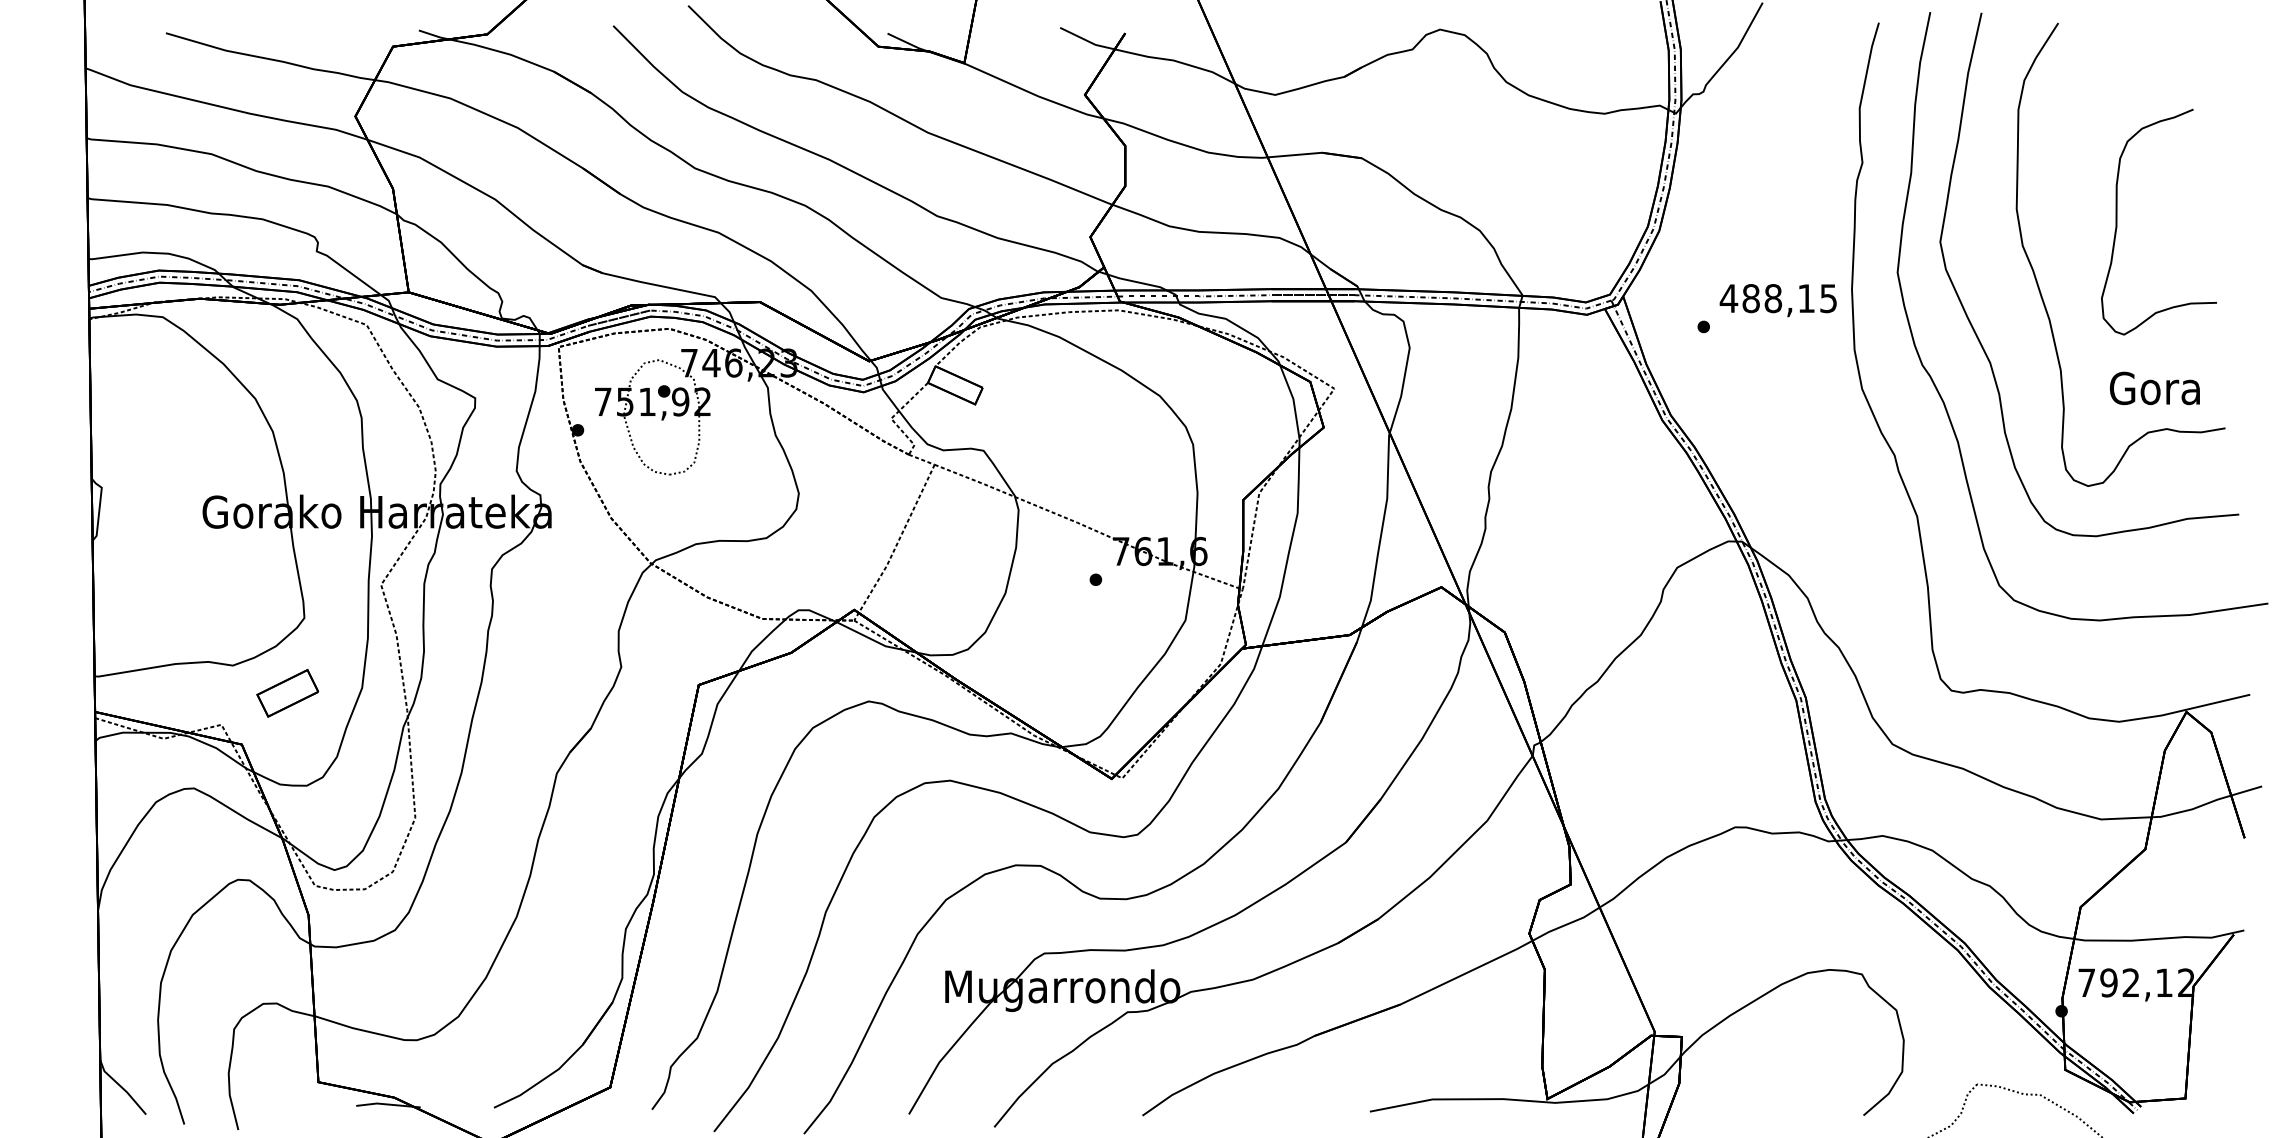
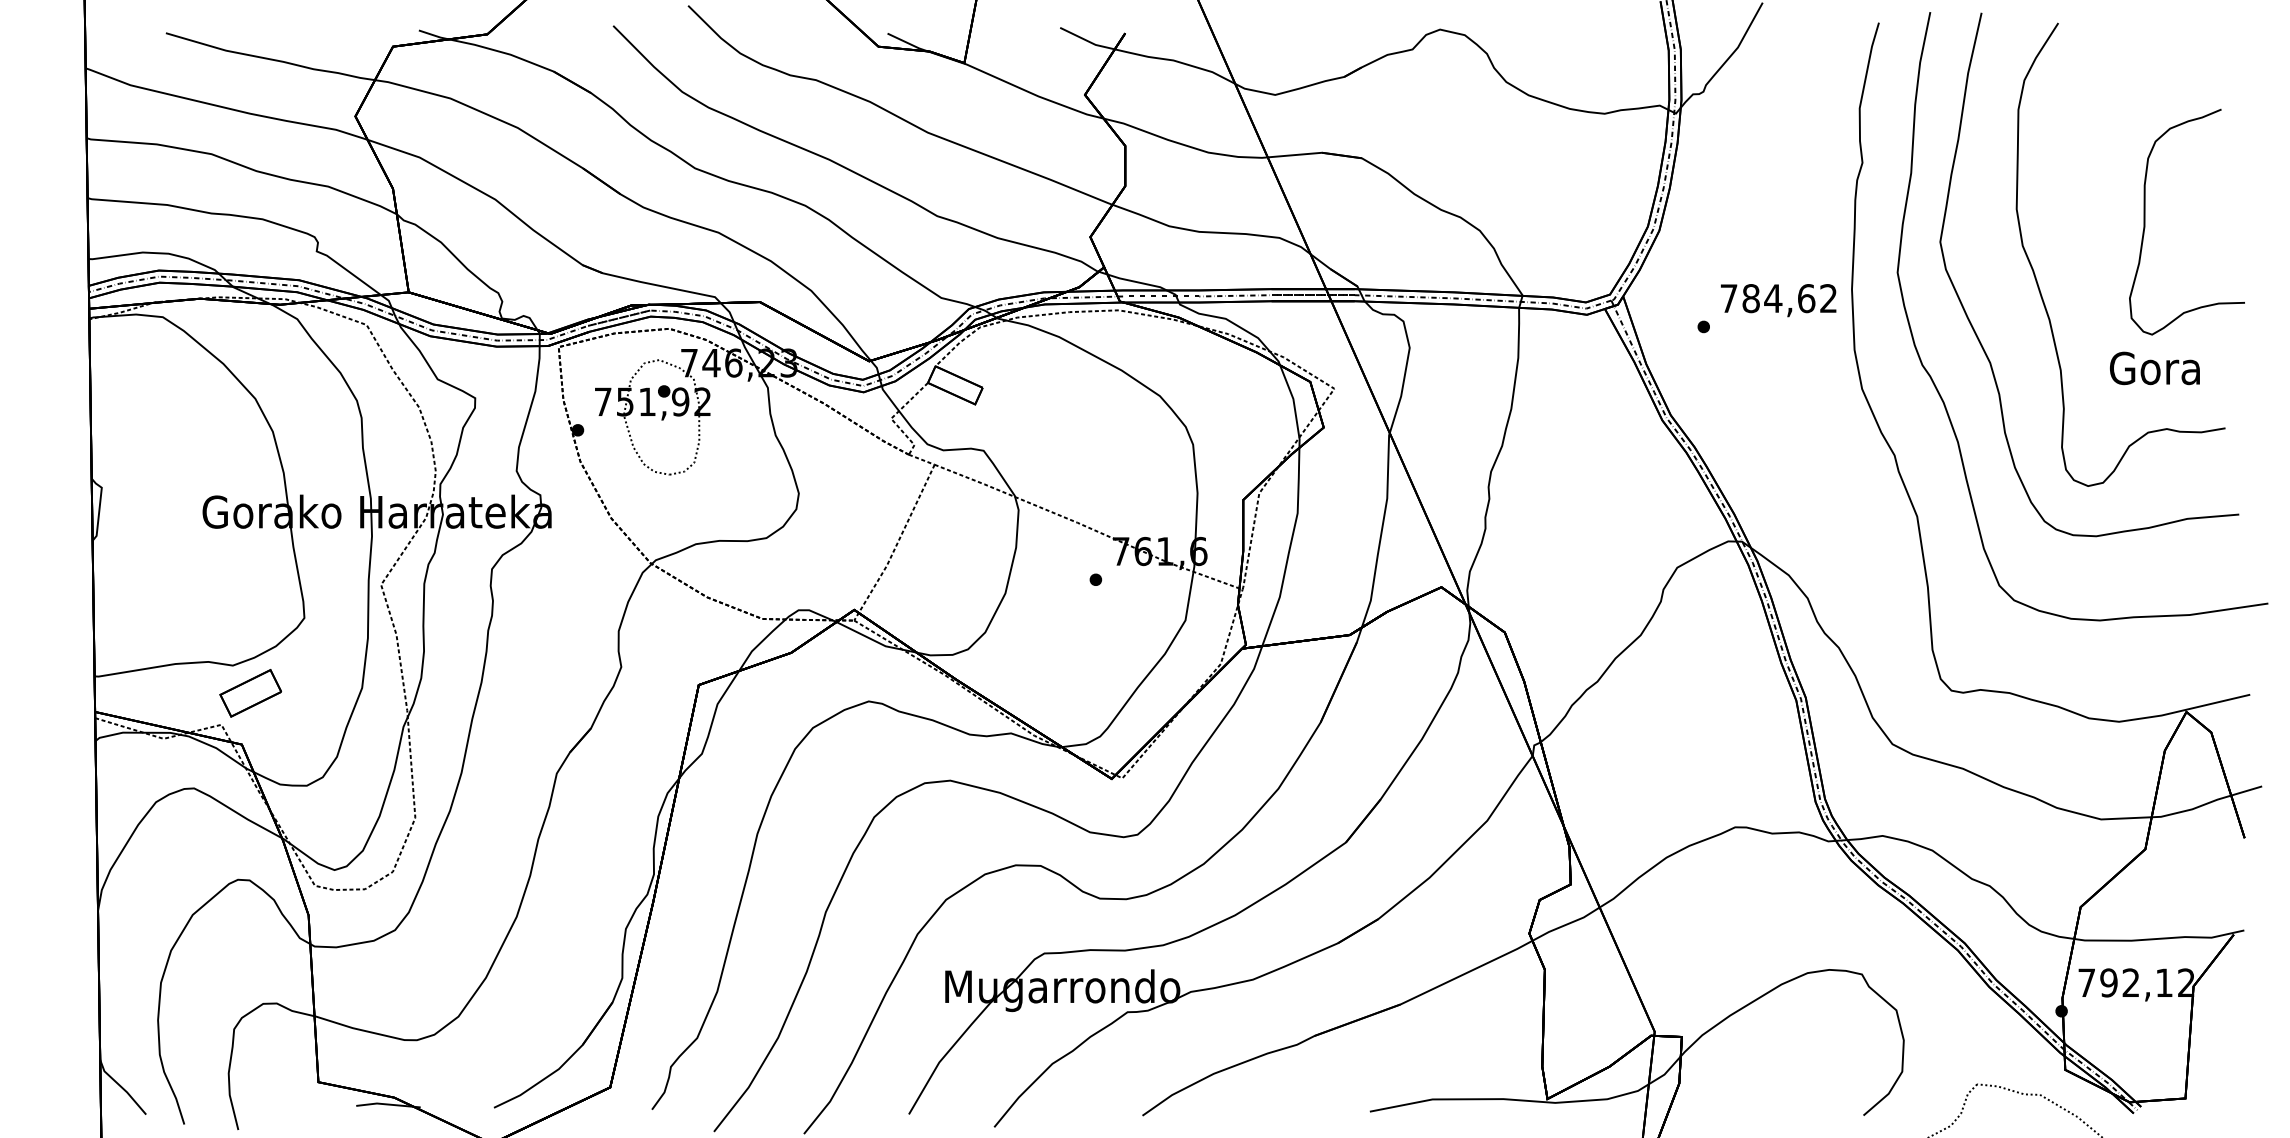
curve at (2117, 221) position: (2117, 221) -> (2145, 221)
text at (1777, 298): 488,15 -> 784,62
text at (2154, 388) position: (2154, 388) -> (2154, 368)
part at (287, 693) position: (287, 693) -> (250, 693)
